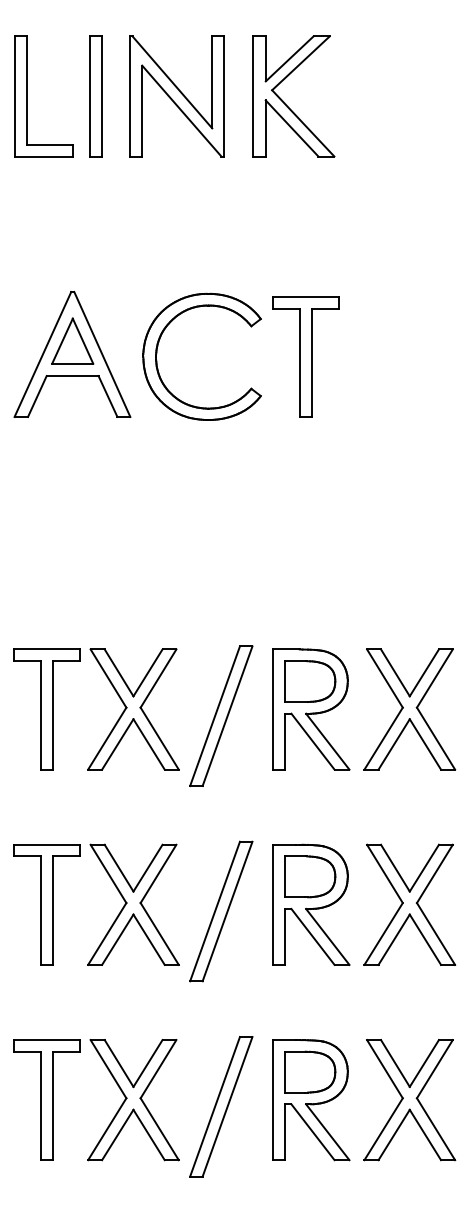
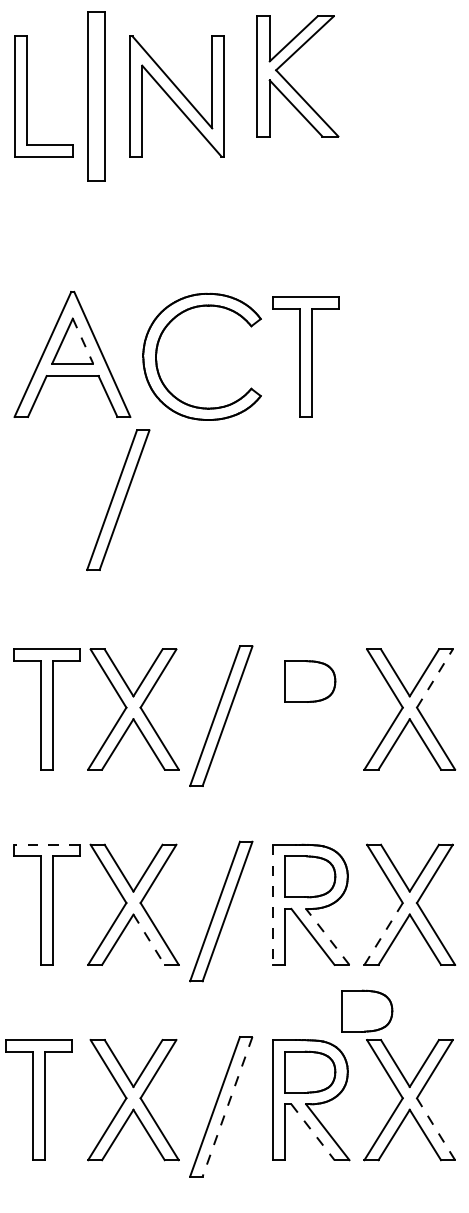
part at (95, 96) size: 14x123 px -> 19x171 px
part at (284, 101) position: (284, 101) -> (288, 81)
line at (83, 341): solid -> dashed
part at (118, 499): none -> present
line at (435, 678): solid -> dashed
part at (311, 709): present -> none
line at (46, 844): solid -> dashed
line at (272, 905): solid -> dashed
line at (383, 934): solid -> dashed
line at (327, 936): solid -> dashed
line at (149, 939): solid -> dashed
part at (367, 1010): none -> present
part at (46, 1099) position: (46, 1099) -> (38, 1099)
line at (227, 1107): solid -> dashed
line at (435, 1128): solid -> dashed
line at (313, 1132): solid -> dashed
